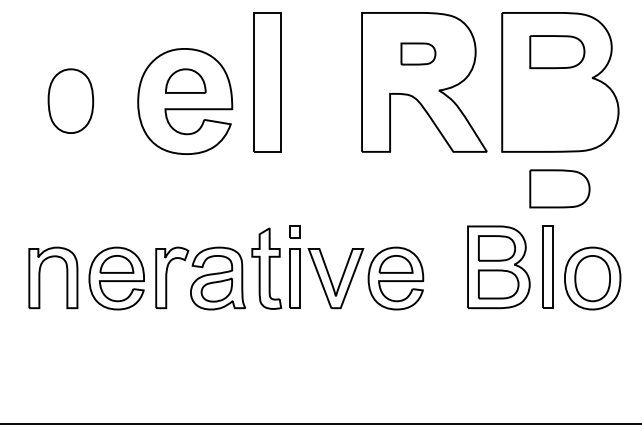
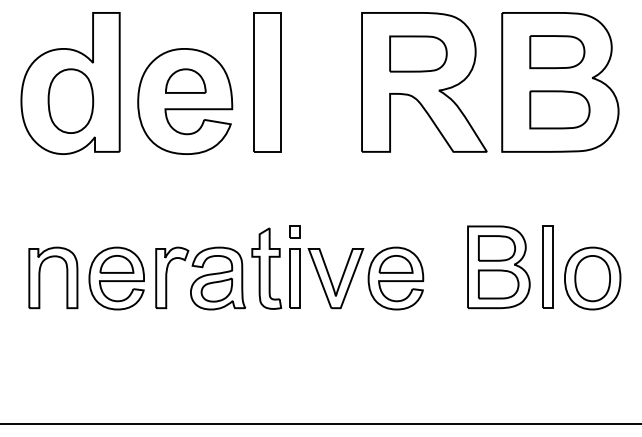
part at (418, 53) size: 37x24 px -> 59x38 px
part at (70, 83): none -> present
part at (559, 188) position: (559, 188) -> (559, 109)
